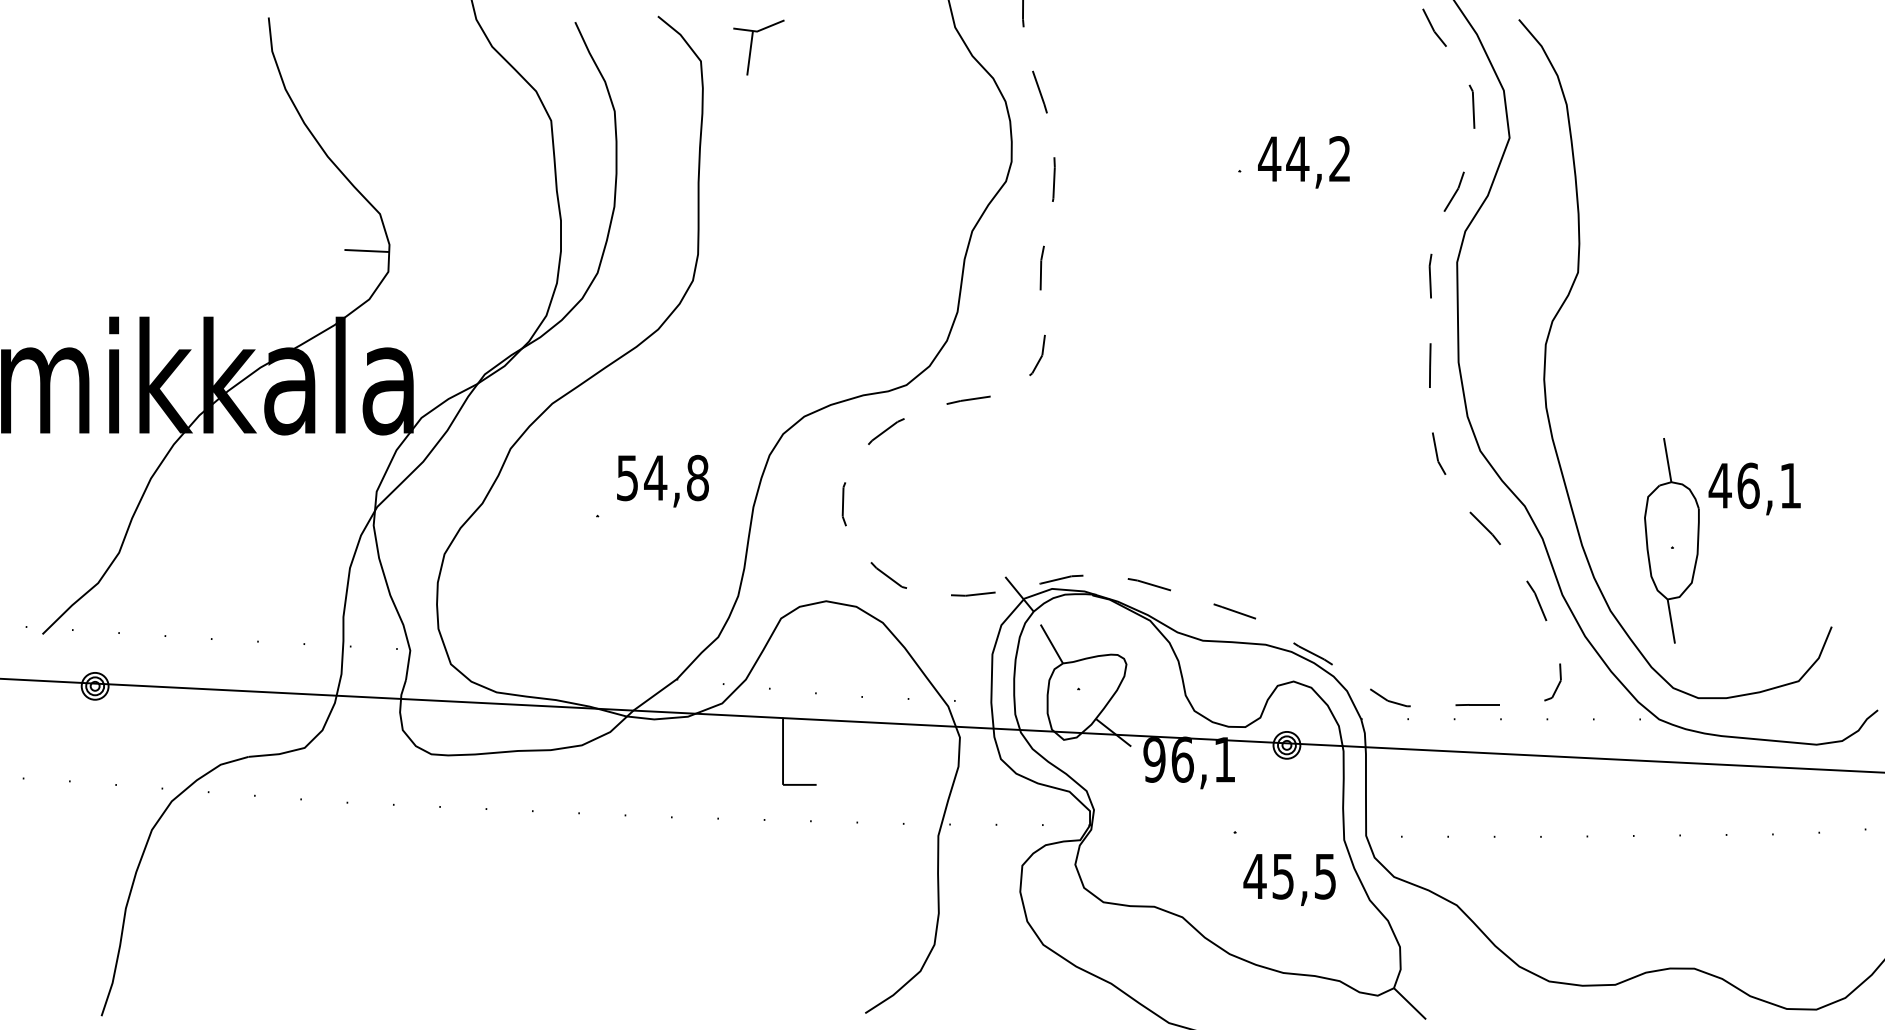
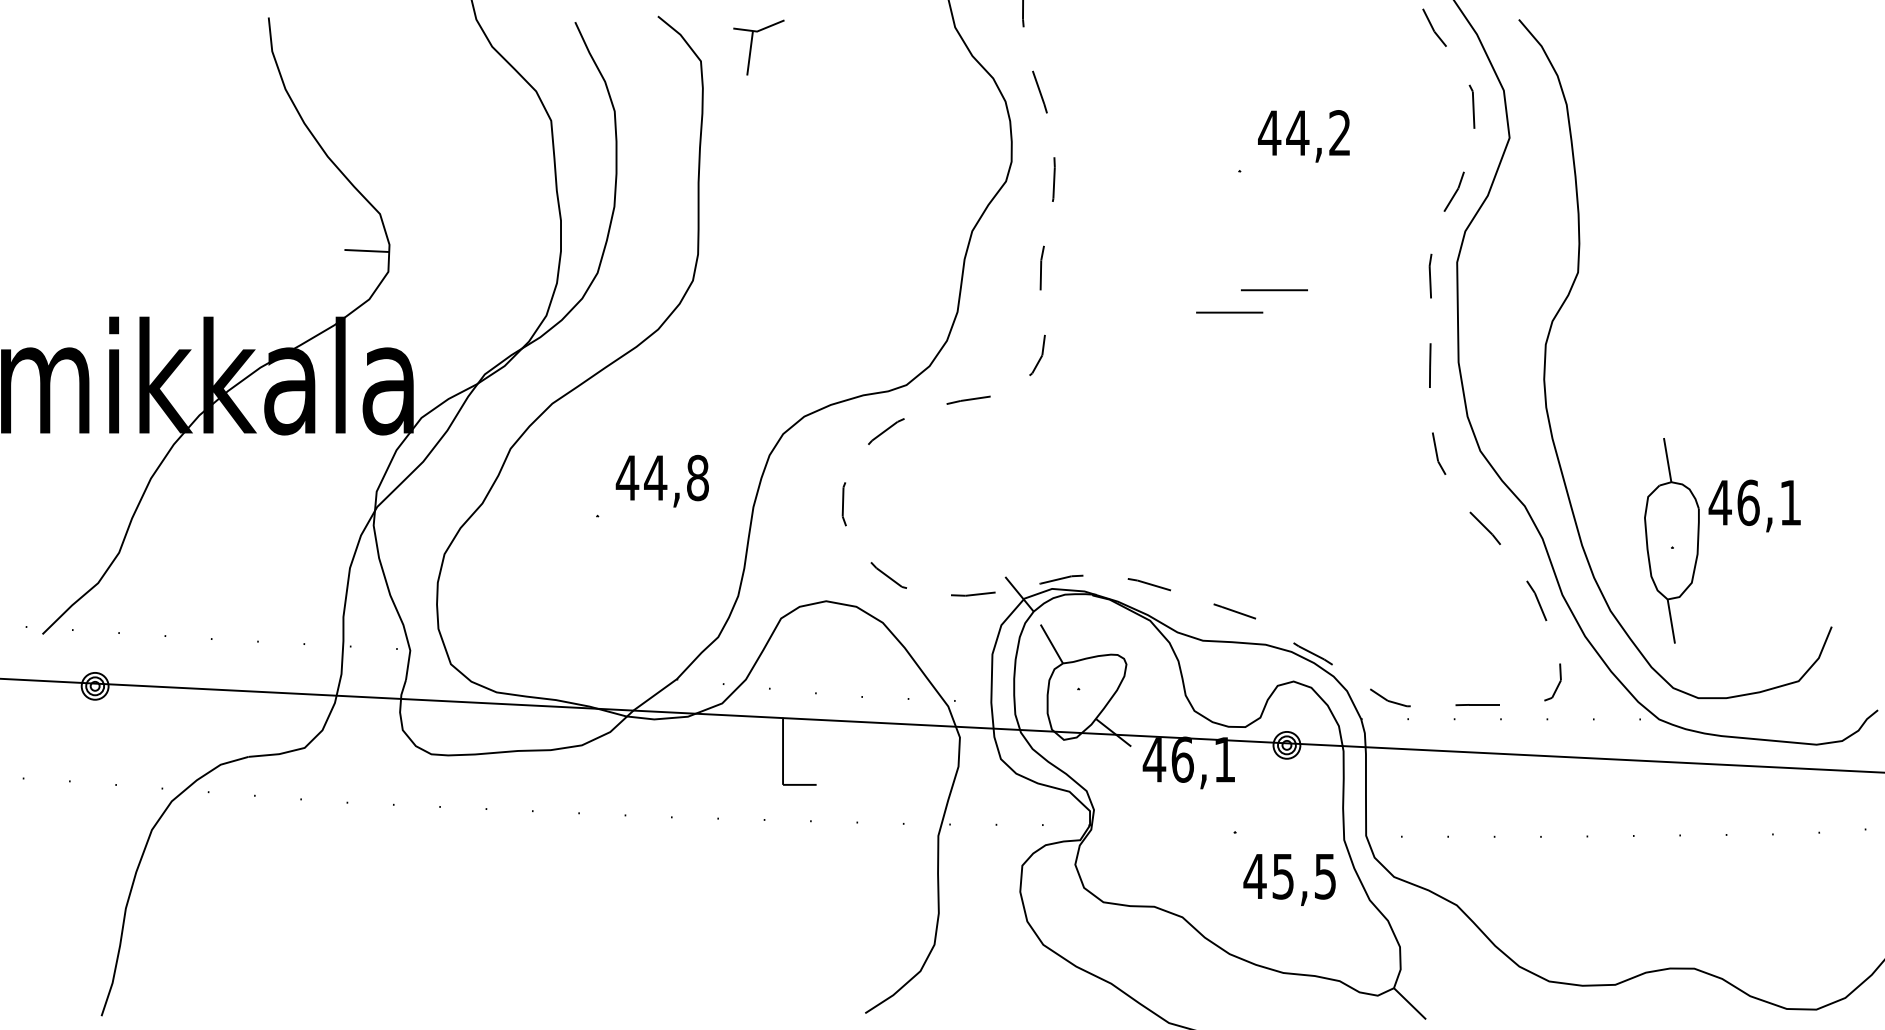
text at (1303, 162) position: (1303, 162) -> (1303, 136)
part at (1251, 291): none -> present
text at (627, 478): 54,8 -> 44,8
text at (1754, 488) position: (1754, 488) -> (1754, 505)
text at (1154, 759): 96,1 -> 46,1
